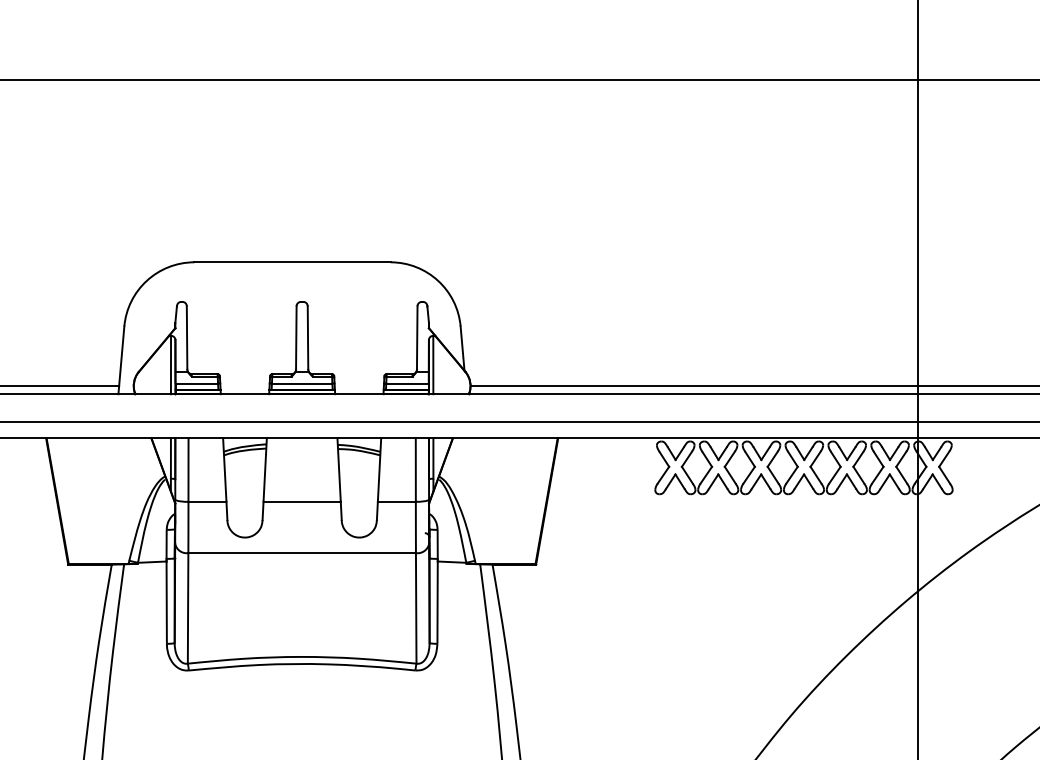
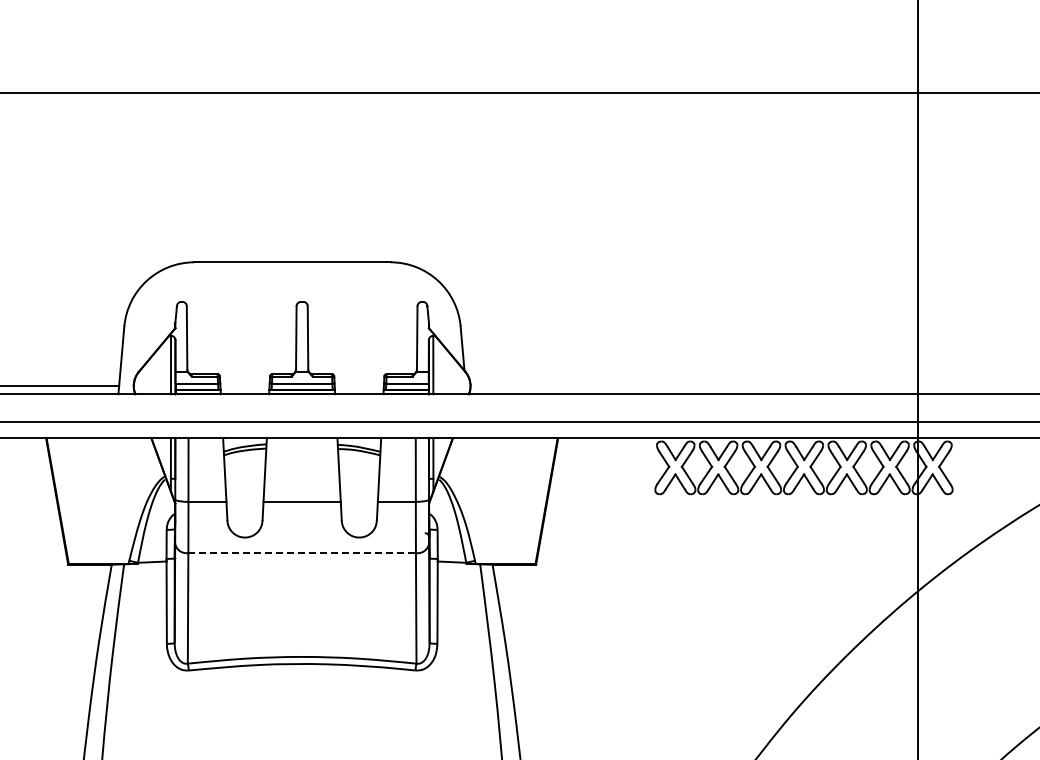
line at (519, 80) position: (519, 80) -> (519, 93)
line at (753, 386): present -> none
line at (302, 553): solid -> dashed
